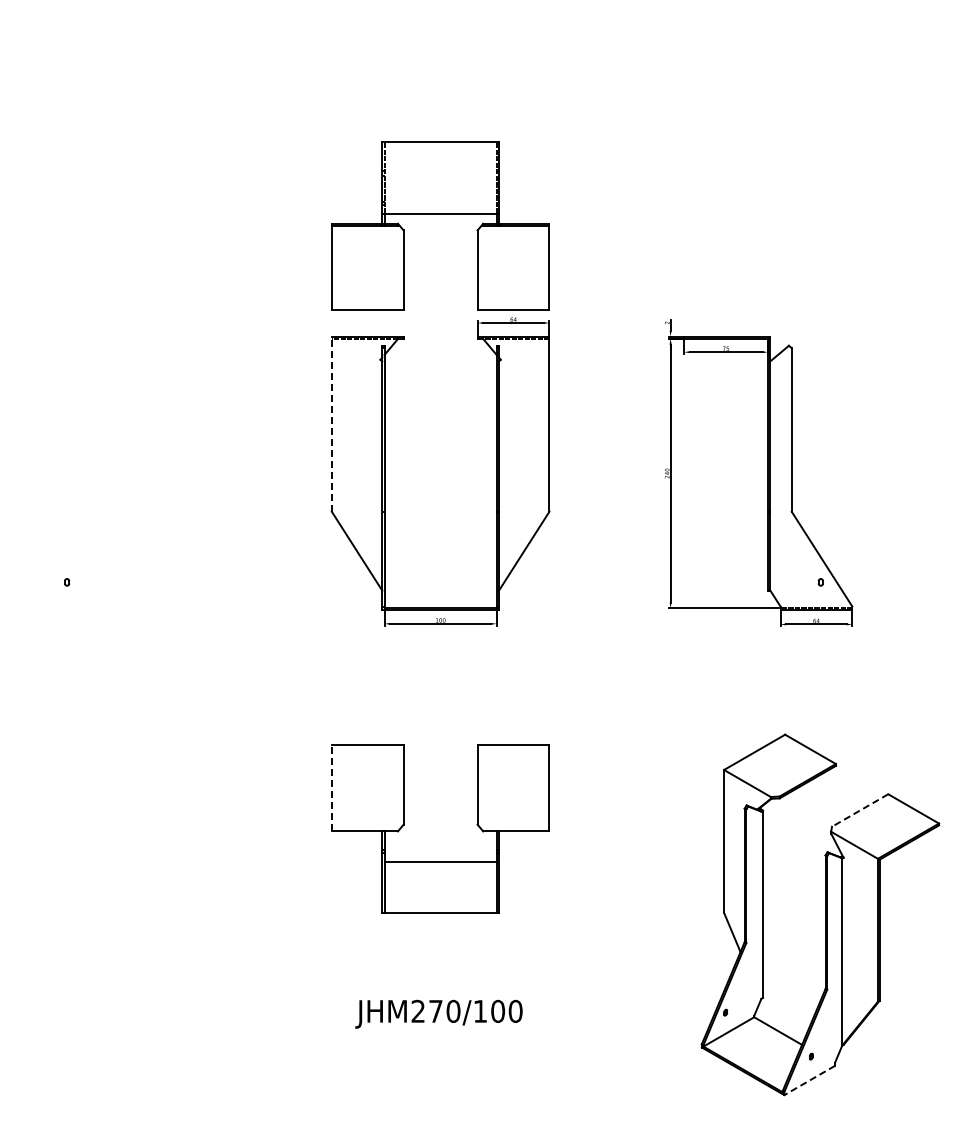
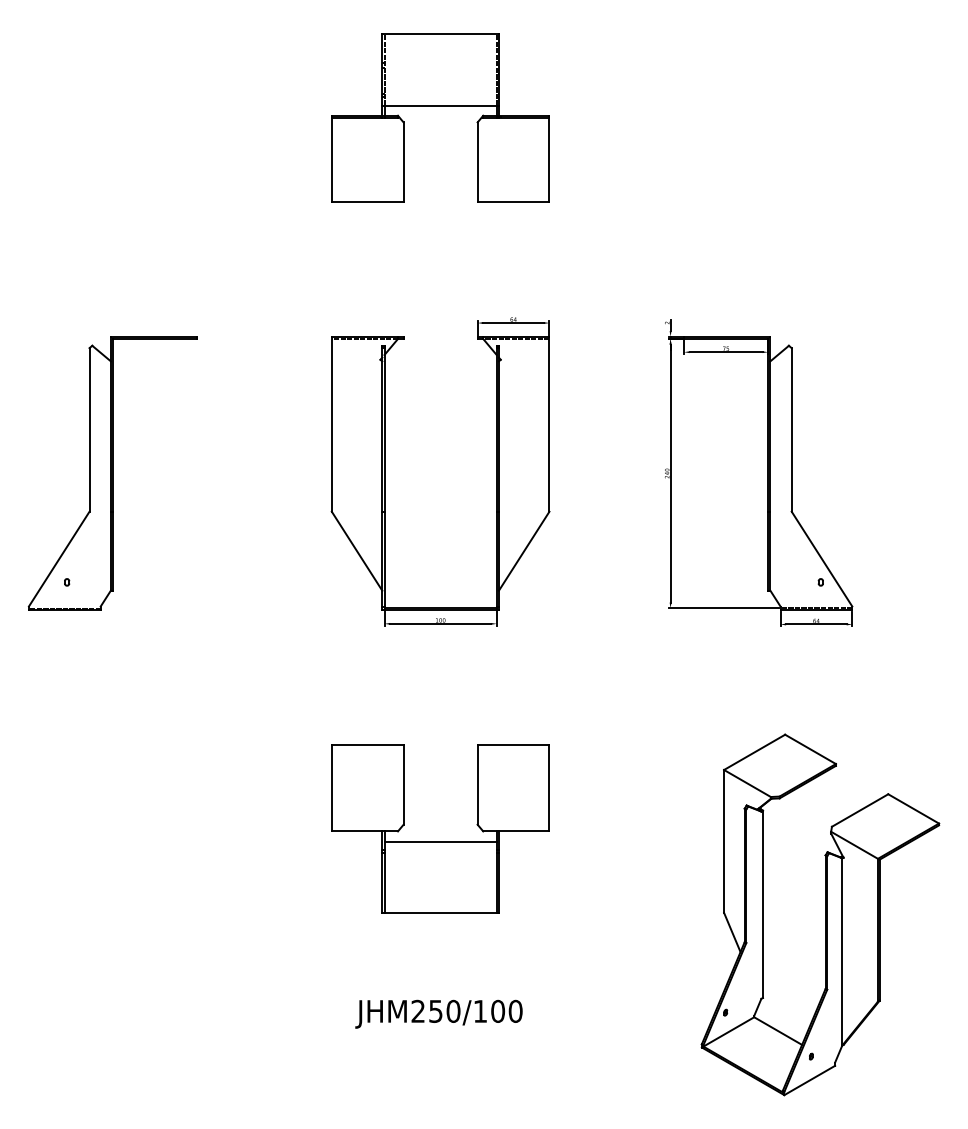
part at (440, 214) position: (440, 214) -> (440, 106)
line at (331, 423): dashed -> solid
part at (112, 473): none -> present
line at (331, 787): dashed -> solid
line at (860, 810): dashed -> solid
line at (440, 861) position: (440, 861) -> (440, 841)
text at (435, 1011): JHM270/100 -> JHM250/100
line at (809, 1080): dashed -> solid
